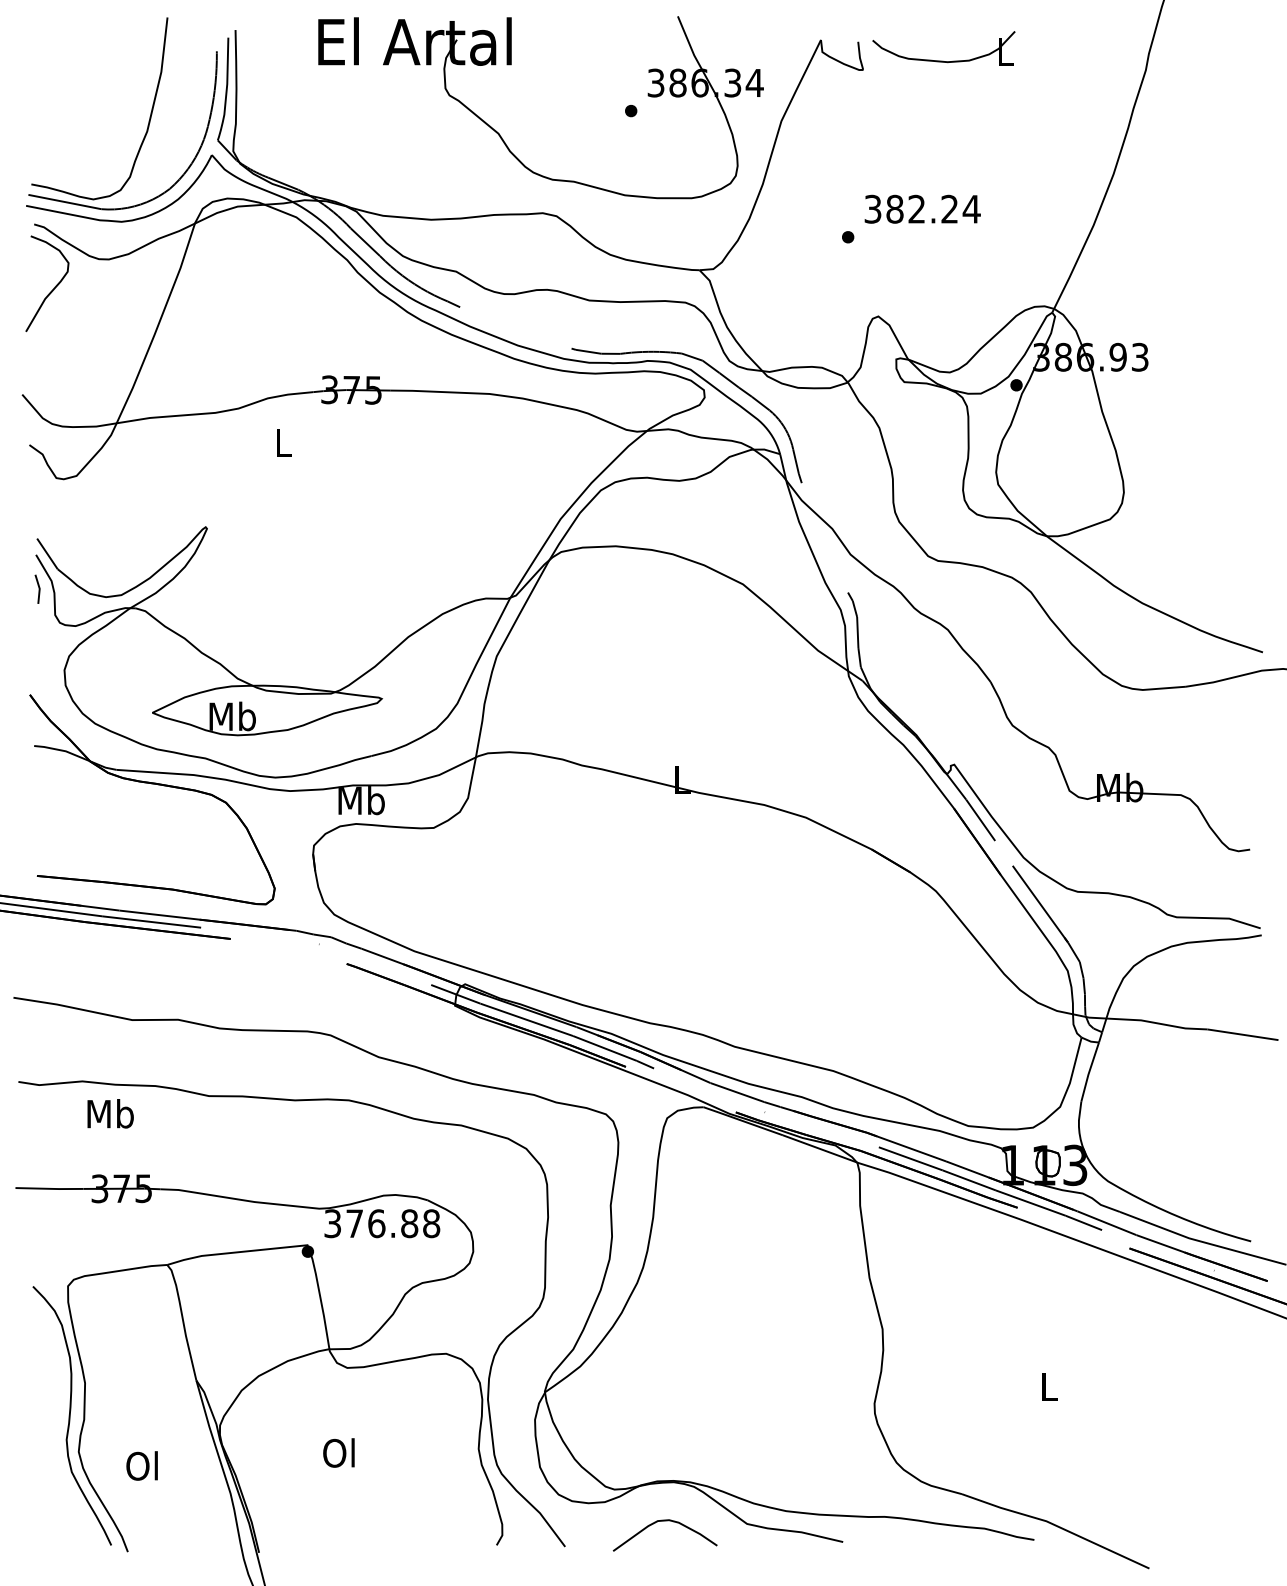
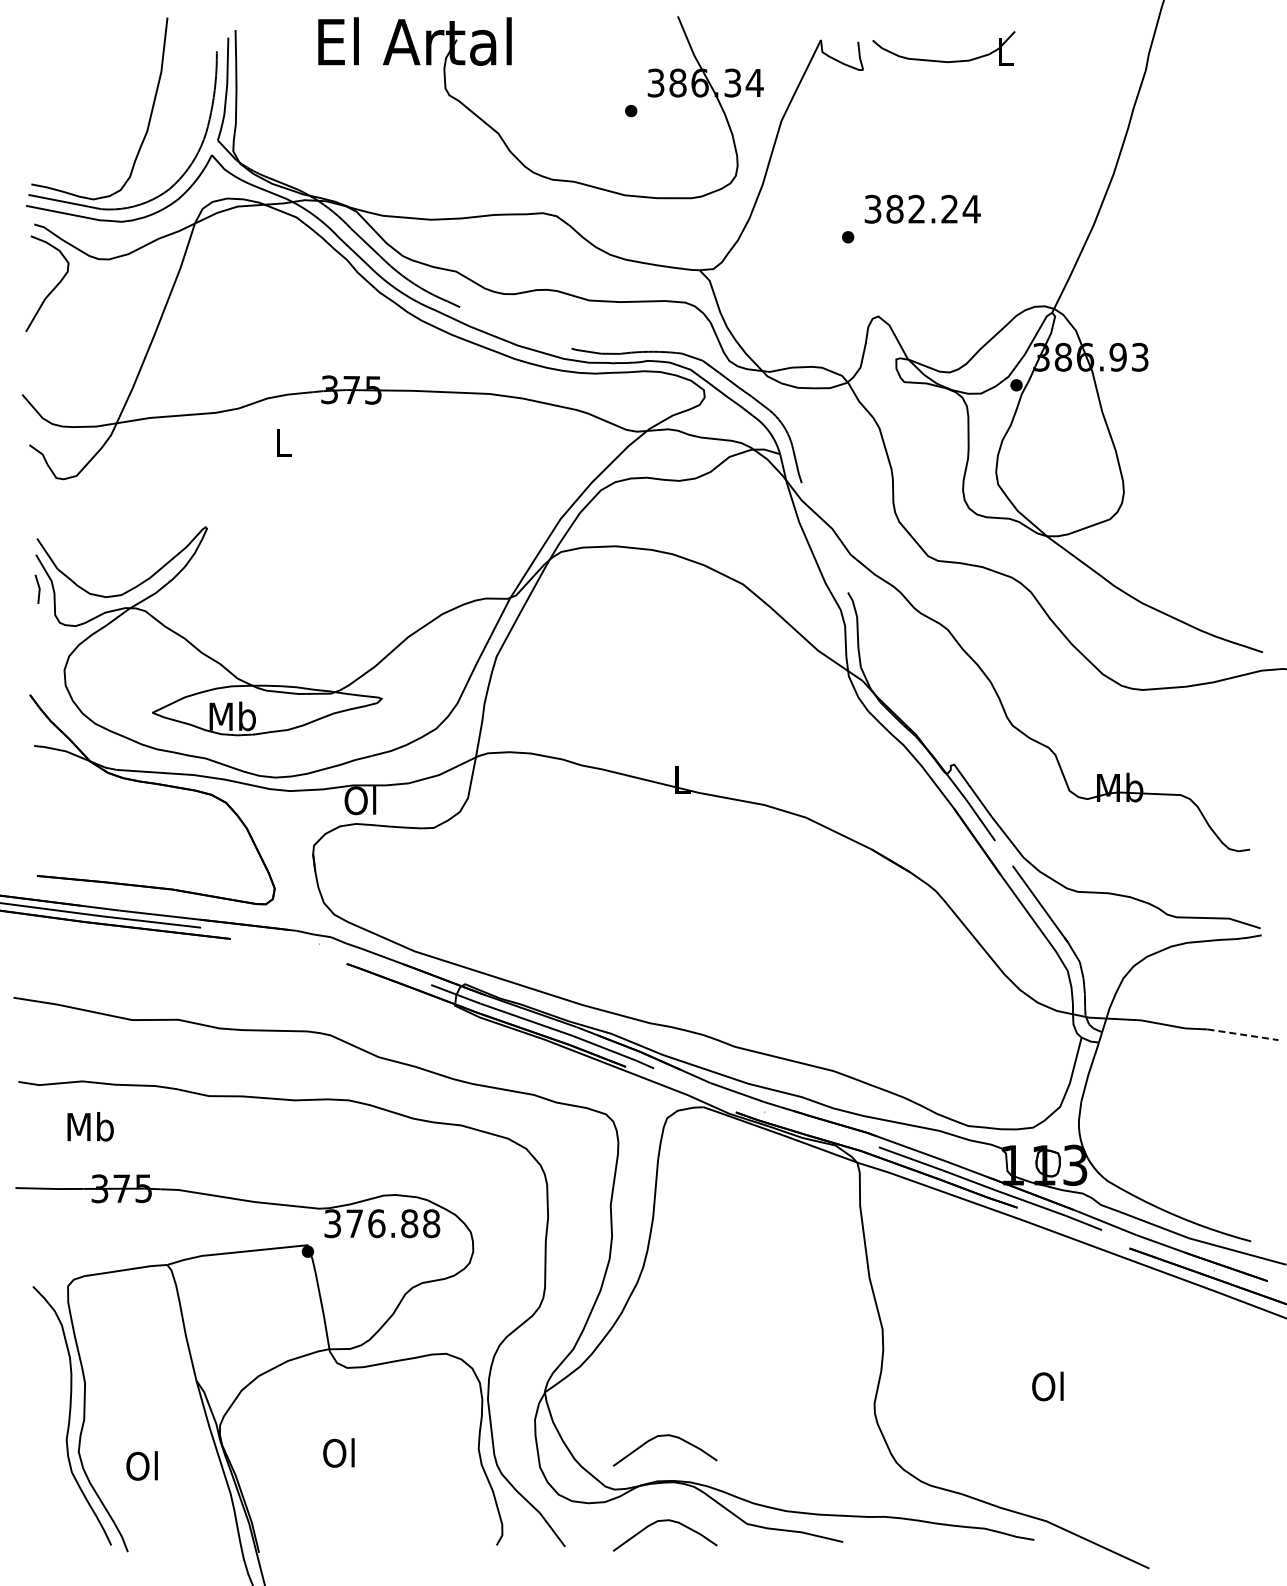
text at (361, 800): Mb -> Ol
line at (1243, 1034): solid -> dashed
text at (110, 1113) position: (110, 1113) -> (90, 1126)
text at (1047, 1386): L -> Ol
curve at (664, 1436): none -> present
